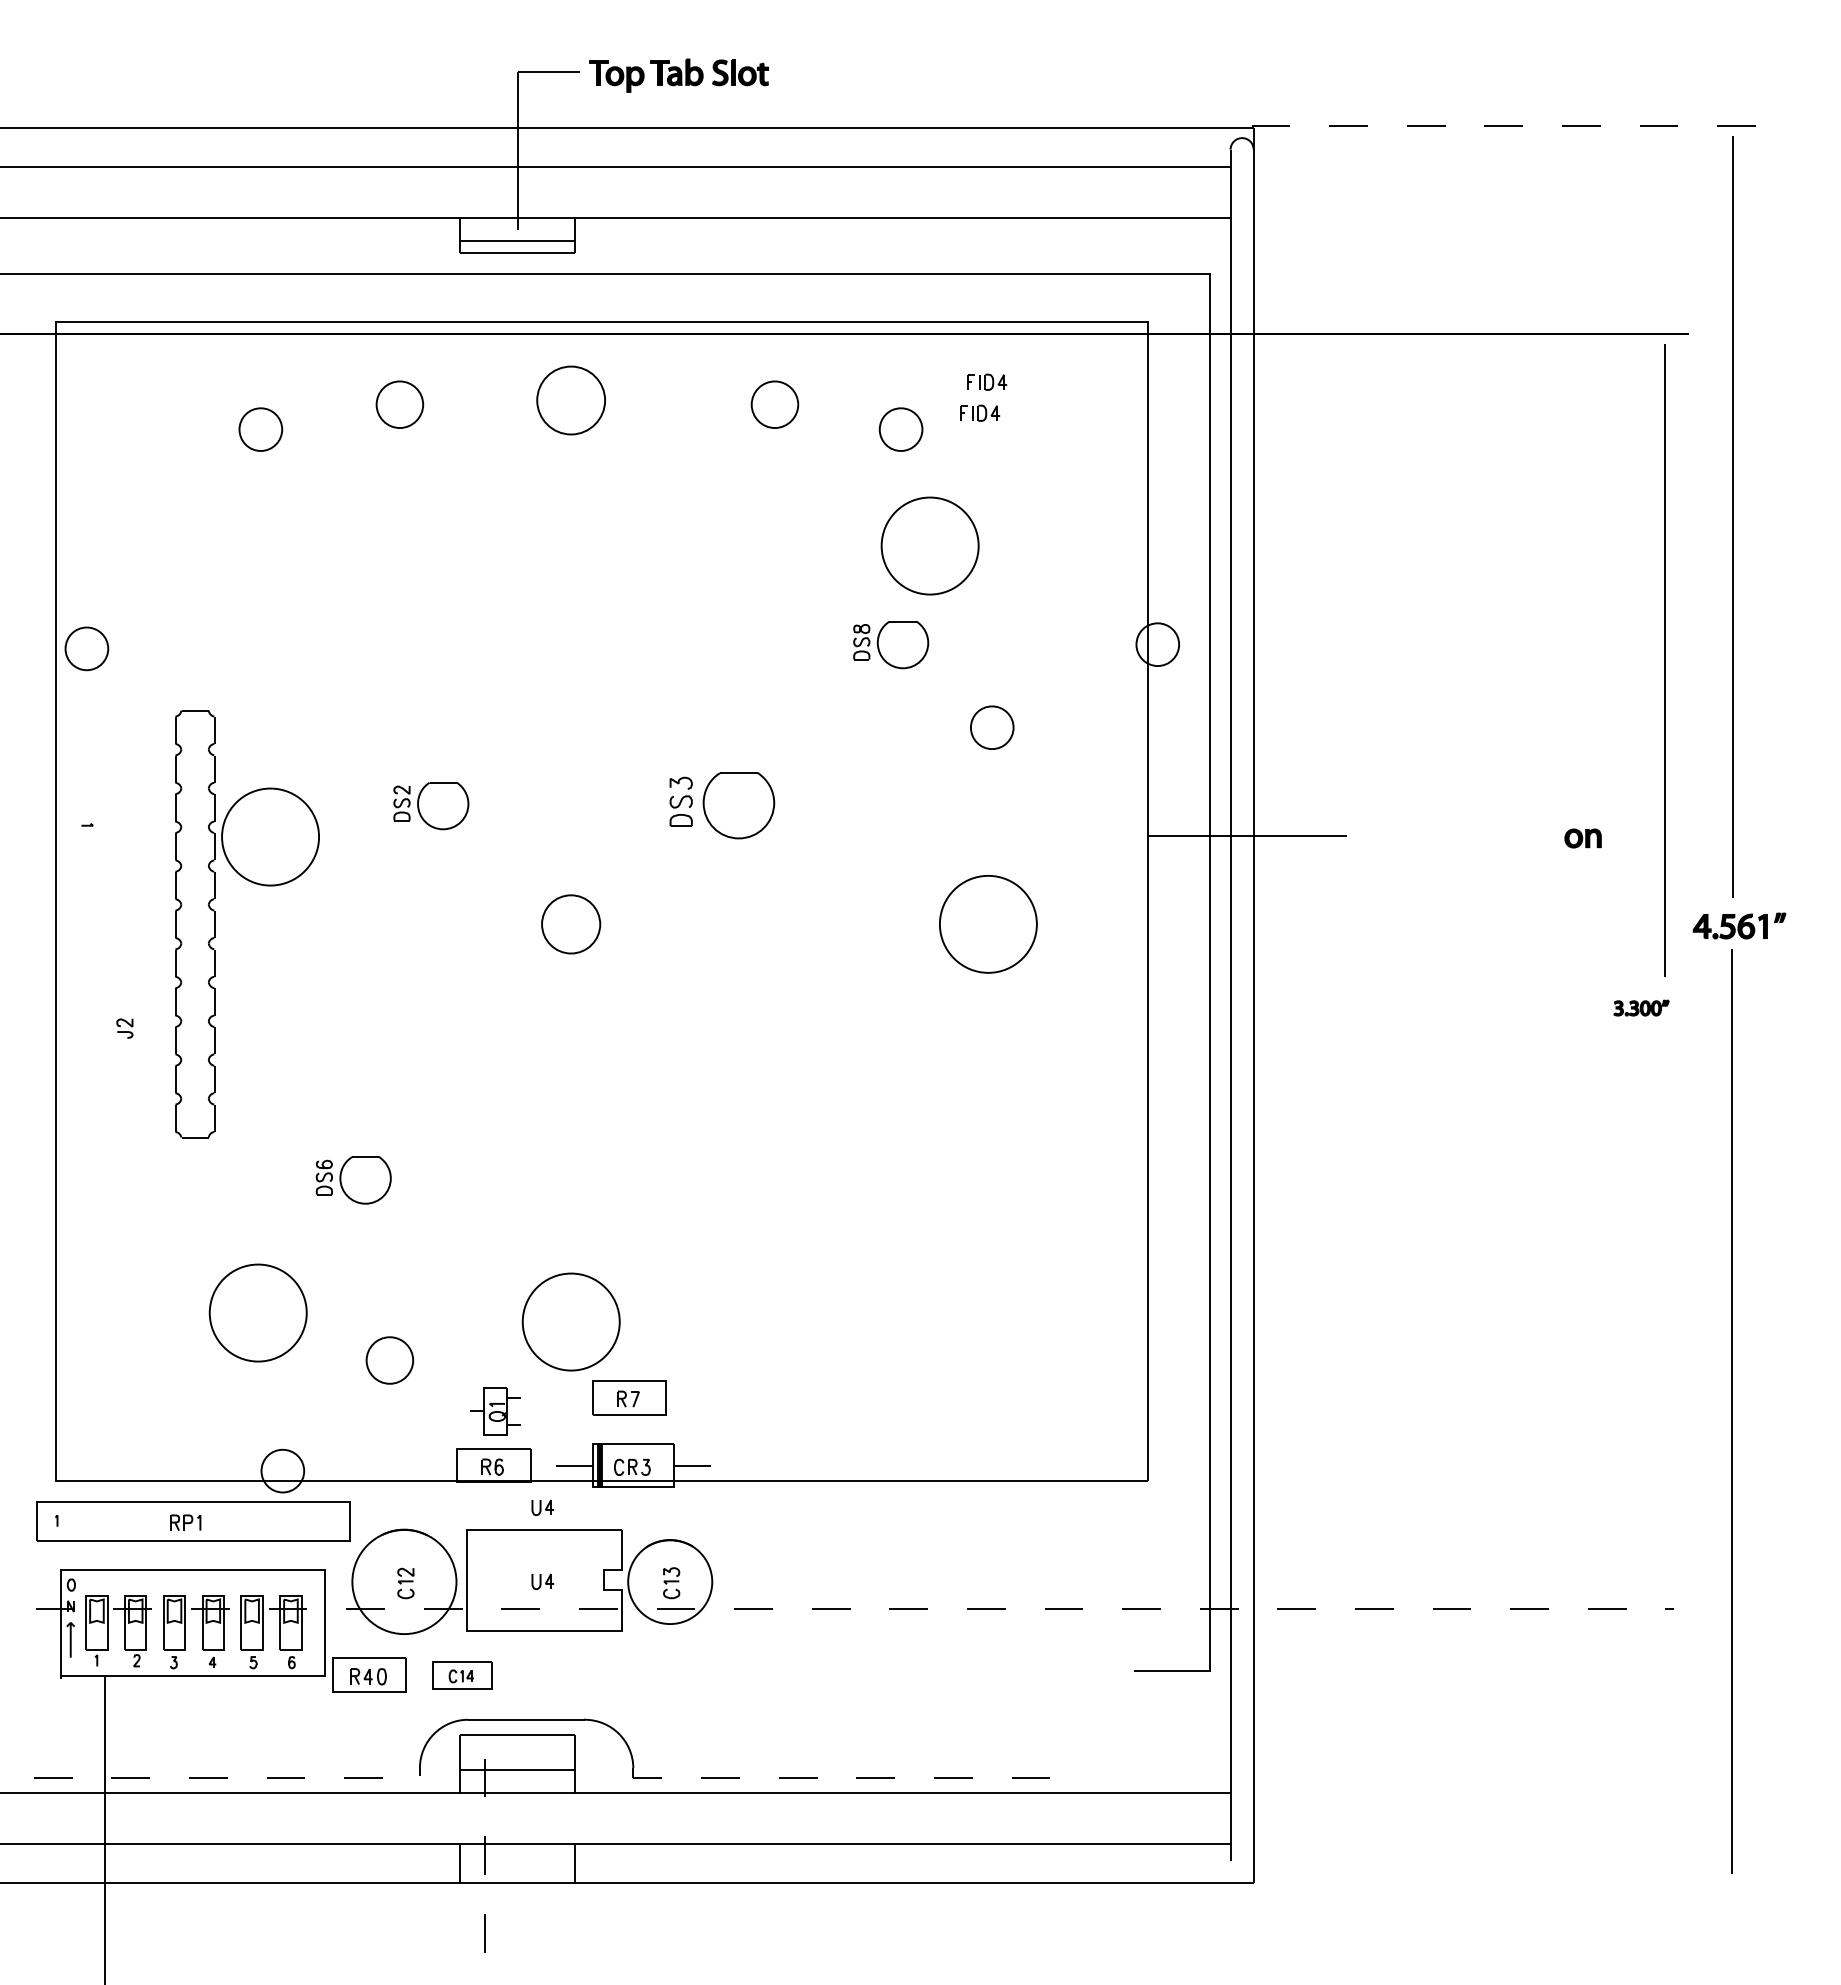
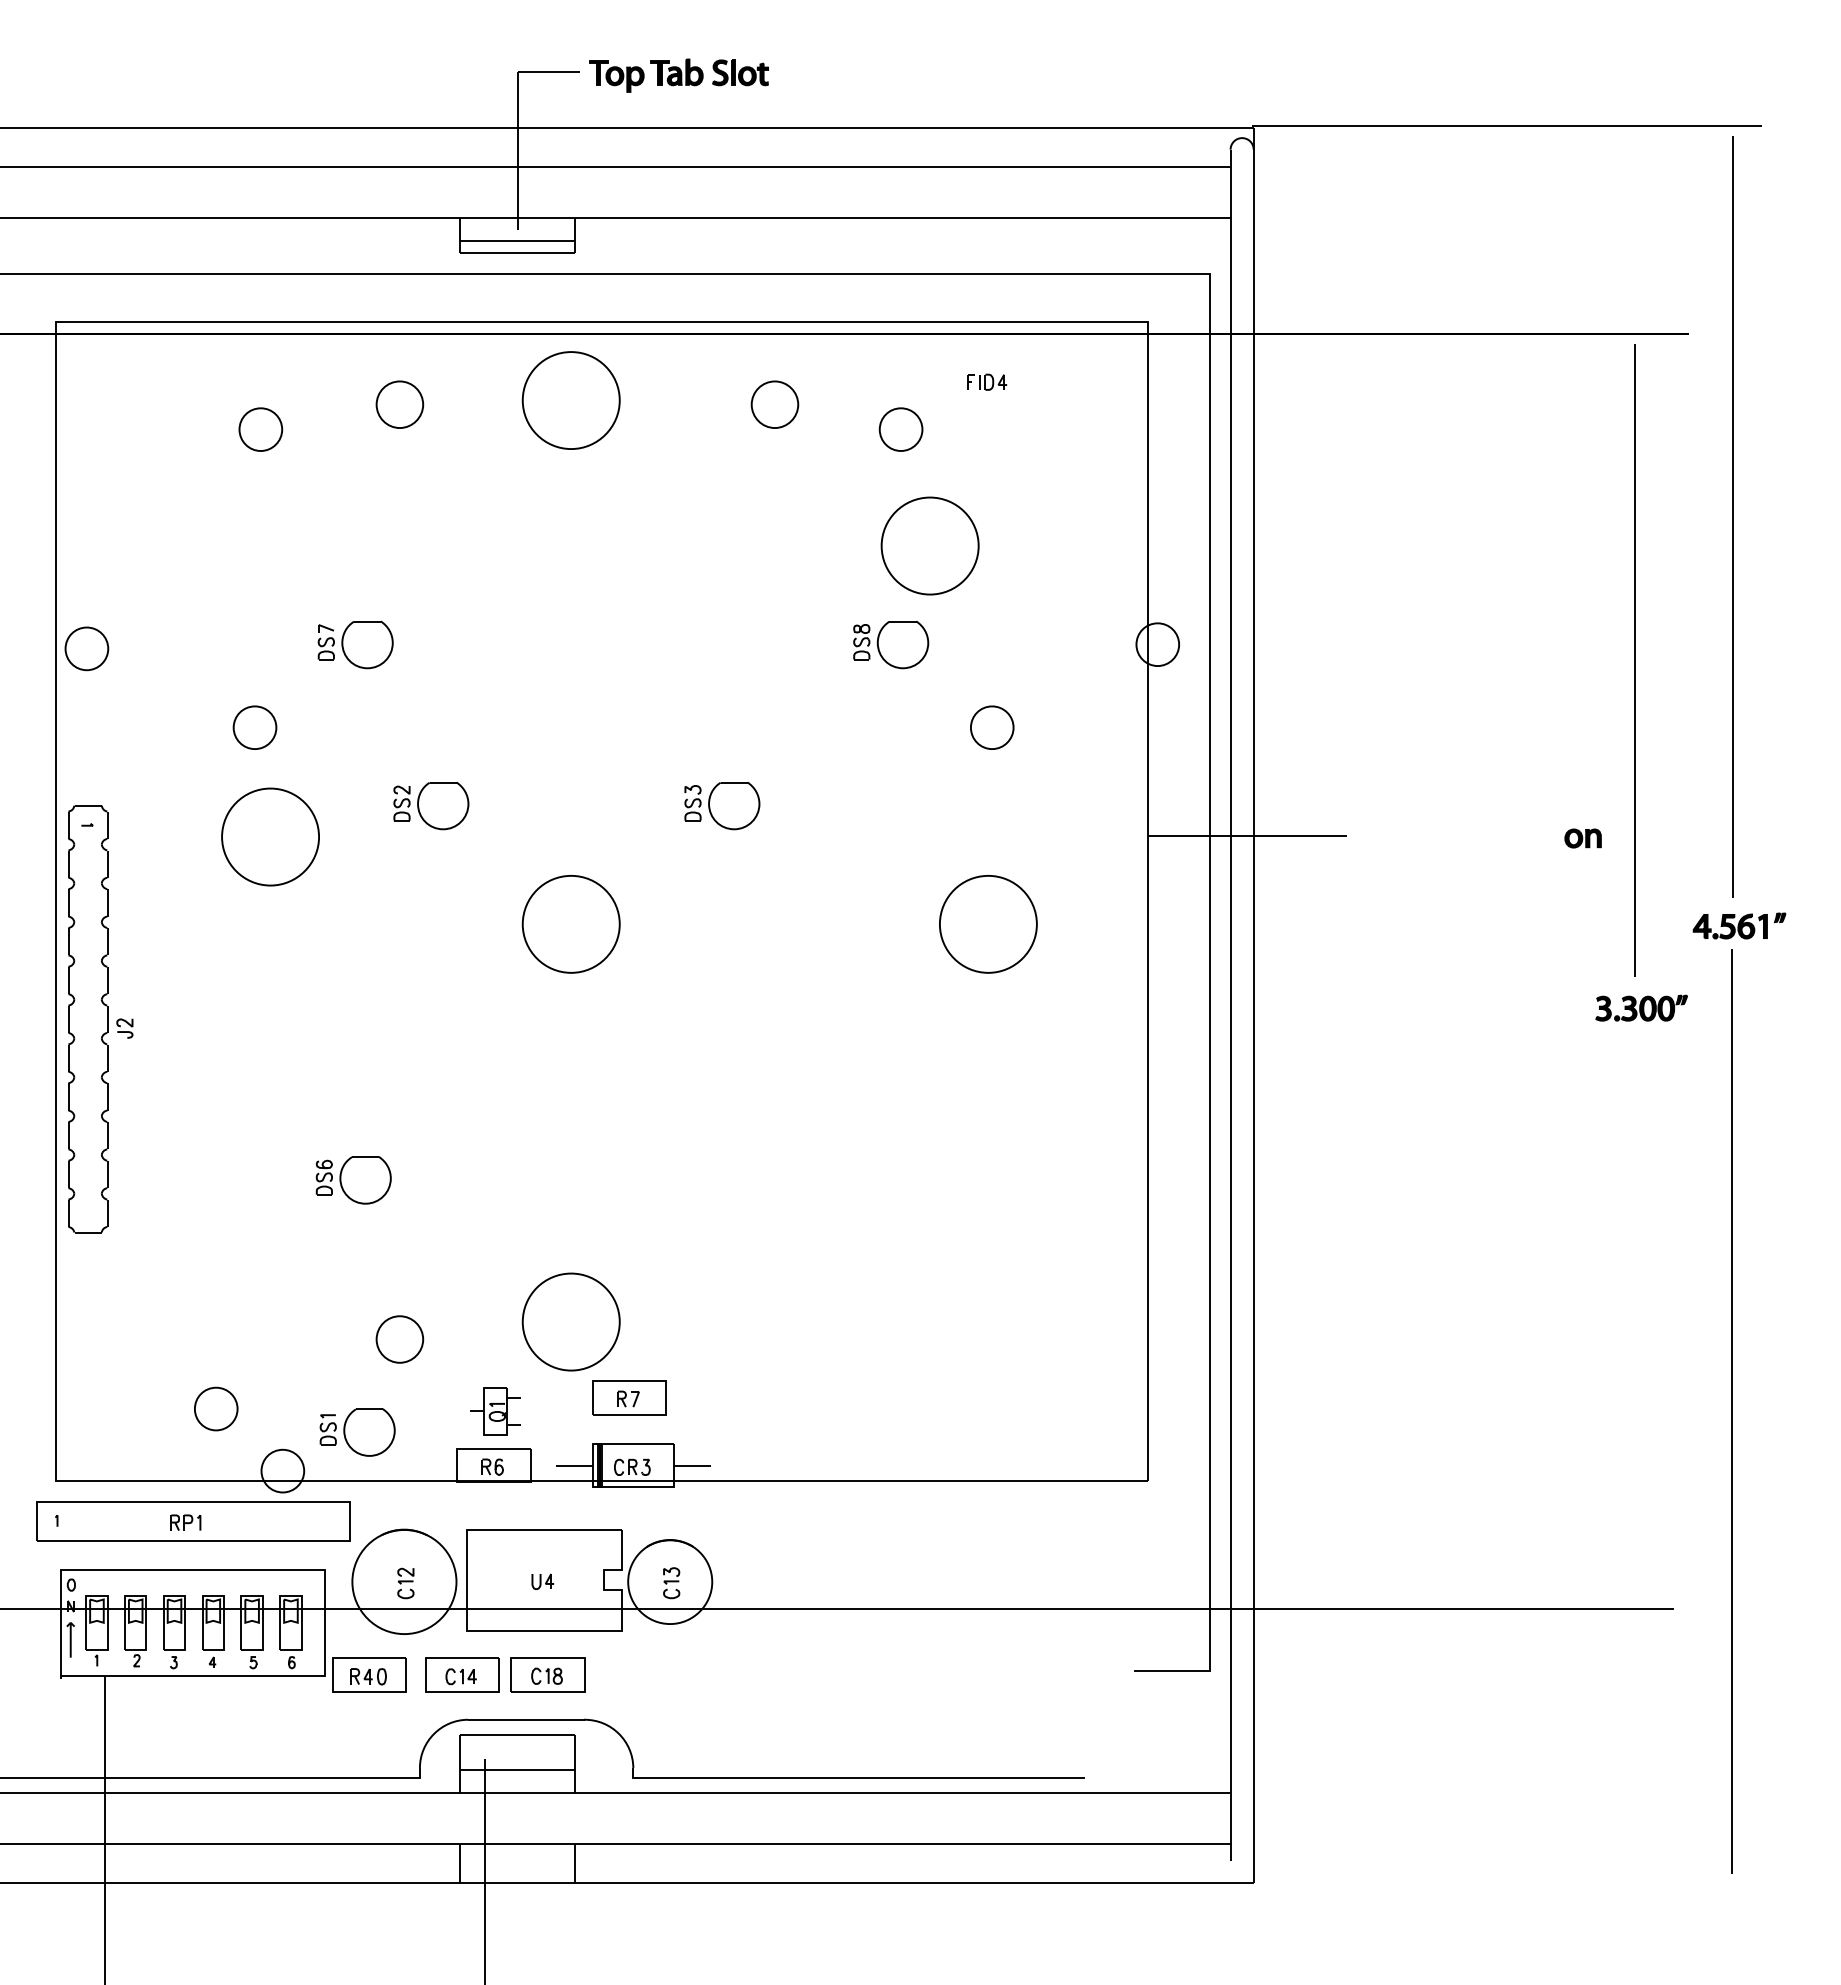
line at (1507, 126): dashed -> solid
part at (570, 400) size: 70x71 px -> 100x99 px
part at (980, 412): present -> none
part at (355, 644): none -> present
line at (1664, 660) position: (1664, 660) -> (1634, 660)
part at (254, 727): none -> present
part at (722, 805) size: 107x68 px -> 77x49 px
part at (195, 924) position: (195, 924) -> (88, 1019)
part at (571, 924) size: 61x61 px -> 100x99 px
part at (1641, 1007) size: 57x18 px -> 93x28 px
part at (257, 1312): present -> none
part at (389, 1360) position: (389, 1360) -> (399, 1339)
part at (216, 1408): none -> present
part at (357, 1432): none -> present
part at (542, 1507): present -> none
line at (837, 1608): dashed -> solid
part at (547, 1674): none -> present
part at (462, 1675) size: 61x29 px -> 75x36 px
line at (215, 1777): dashed -> solid
line at (853, 1777): dashed -> solid
line at (485, 1871): dashed -> solid
